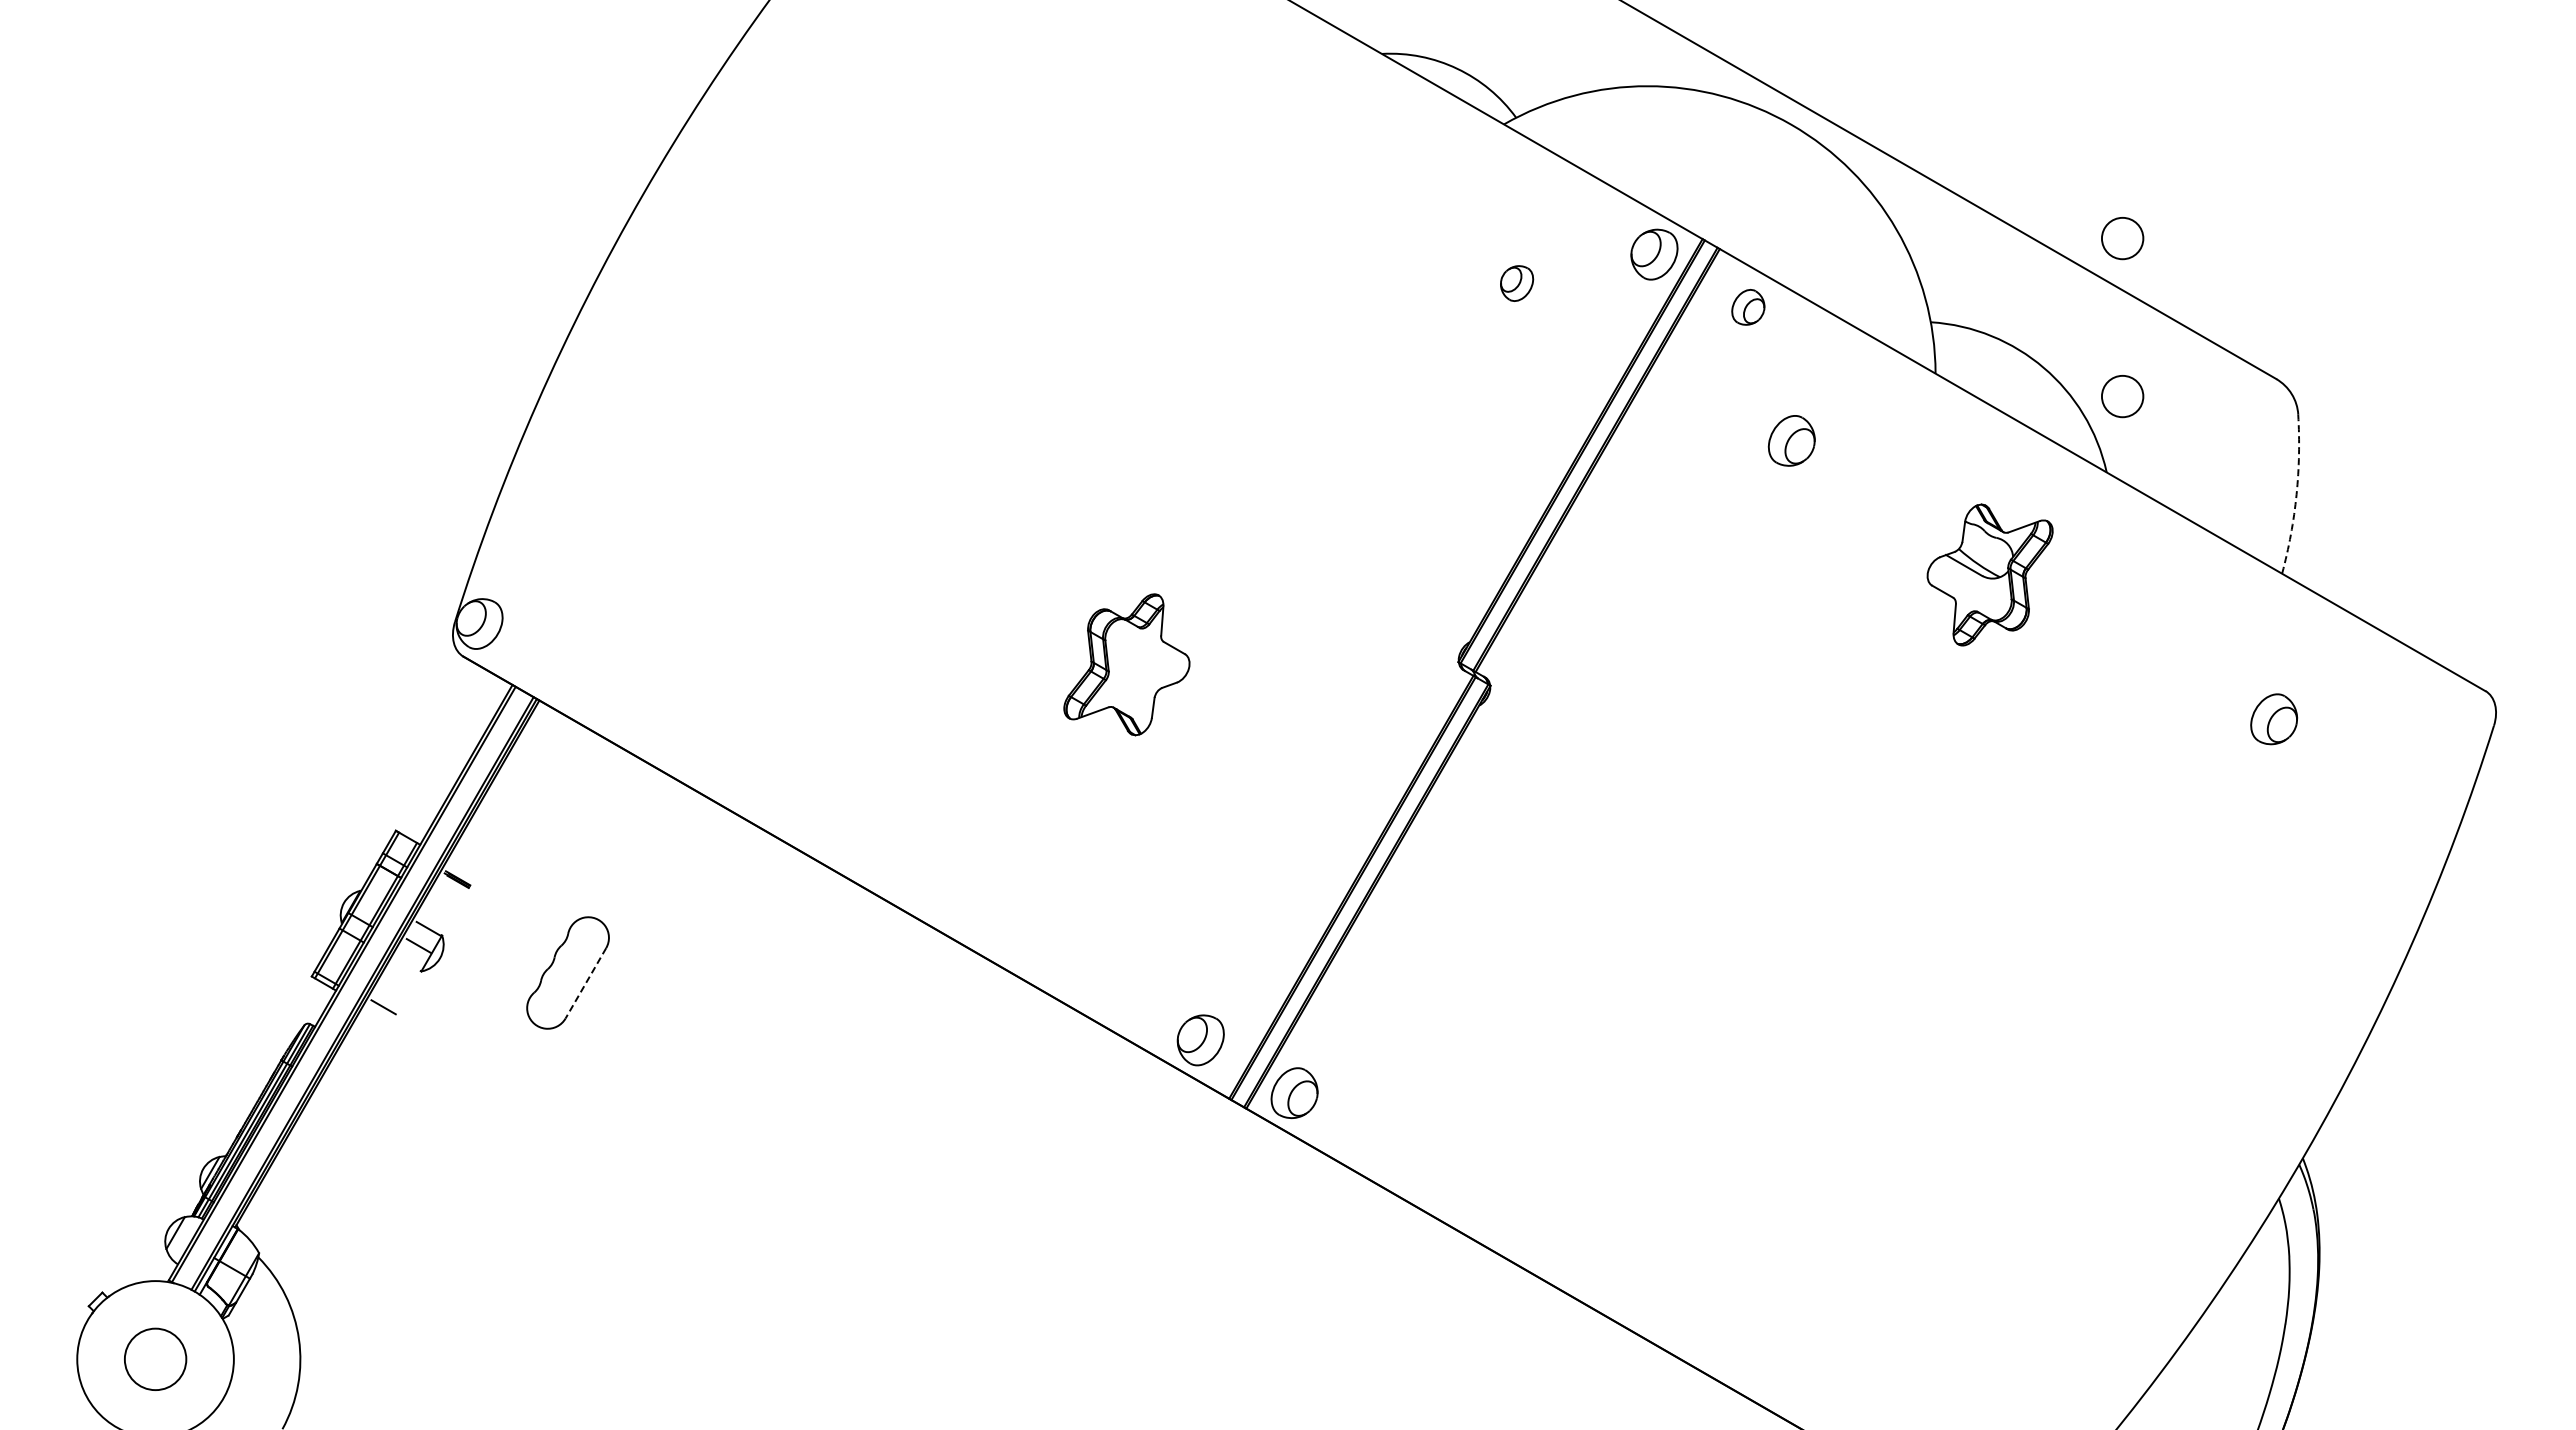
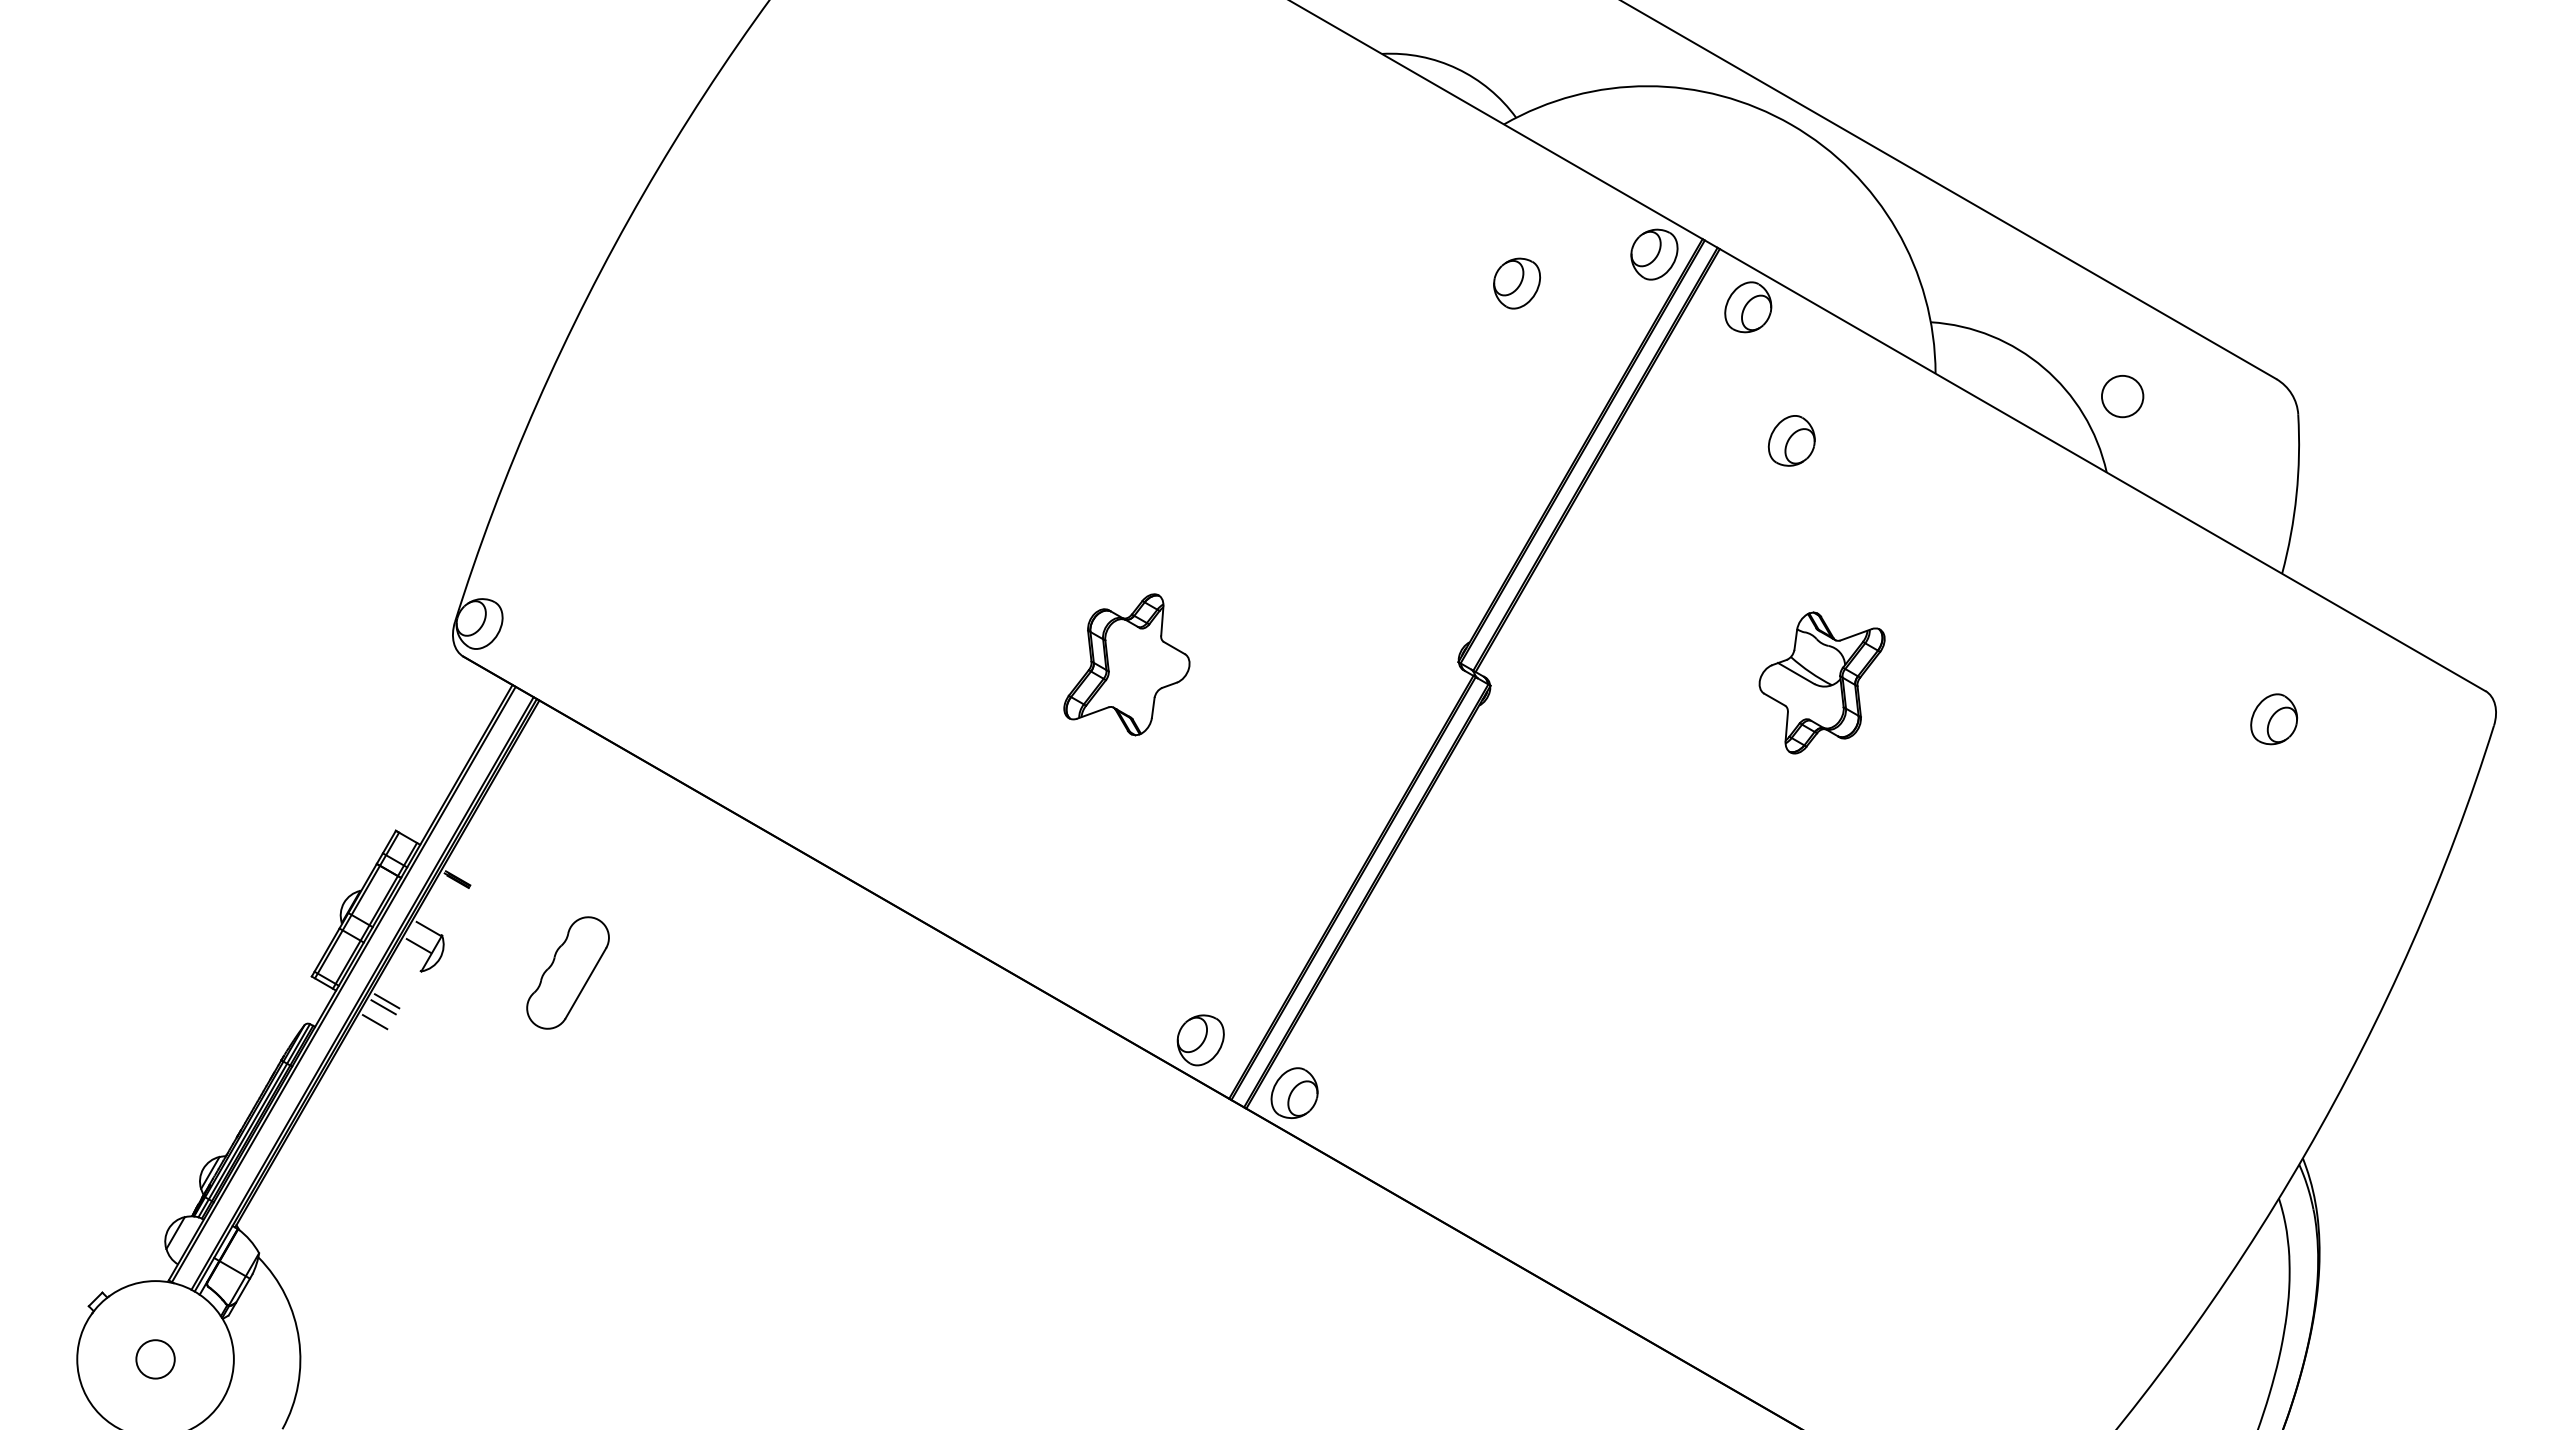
circle at (2122, 238): present -> none
part at (1517, 283) size: 35x37 px -> 48x53 px
part at (1748, 307) size: 35x37 px -> 49x53 px
arc at (2296, 494): dashed -> solid
part at (1989, 574) position: (1989, 574) -> (1821, 682)
line at (585, 983): dashed -> solid
line at (386, 1001): none -> present
line at (374, 1022): none -> present
circle at (155, 1359) diameter: 61 px -> 38 px
